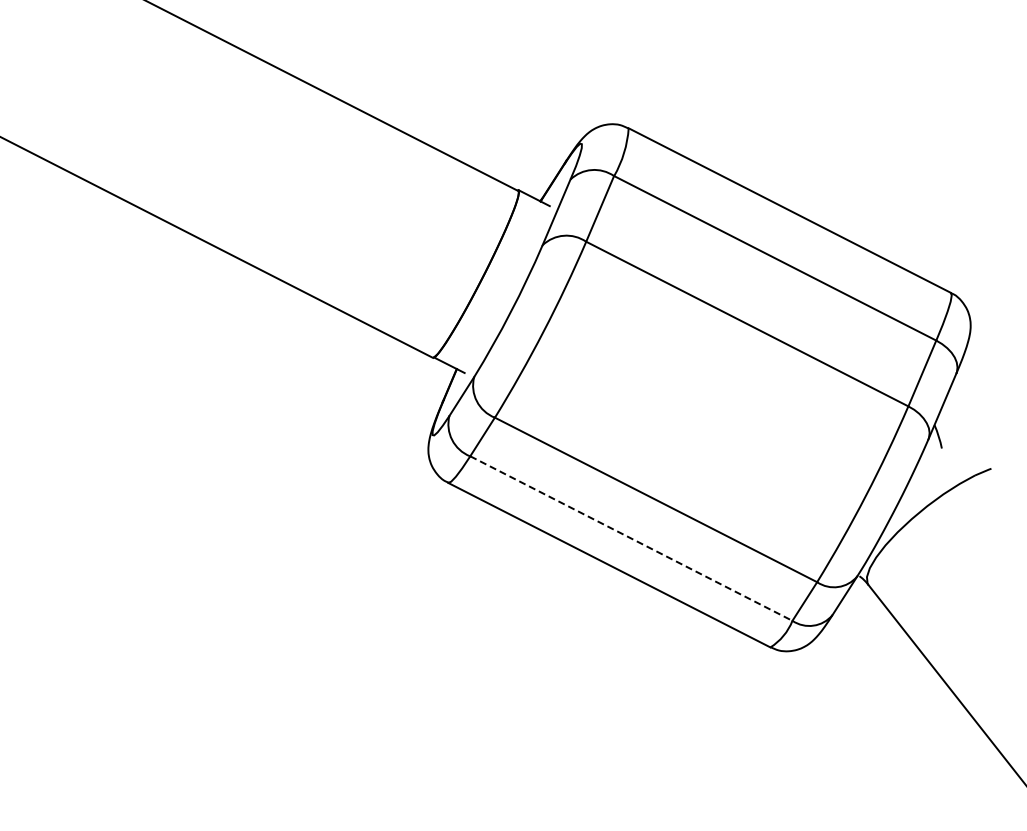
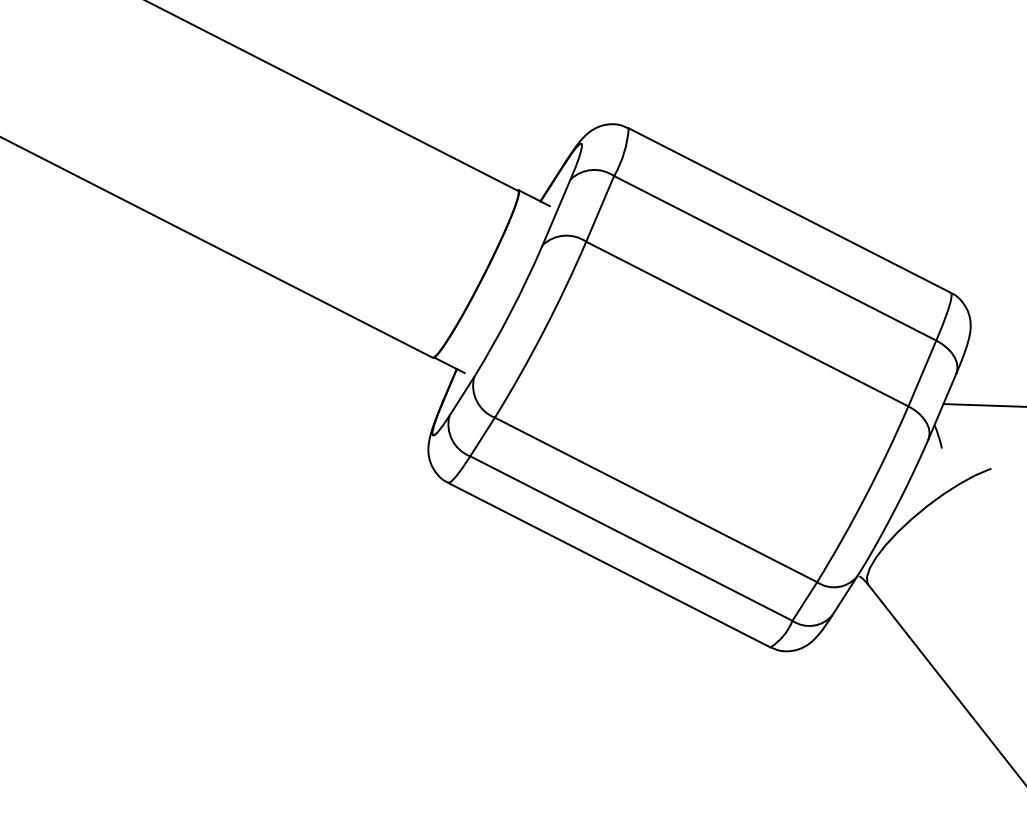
line at (983, 405): none -> present
line at (631, 538): dashed -> solid
